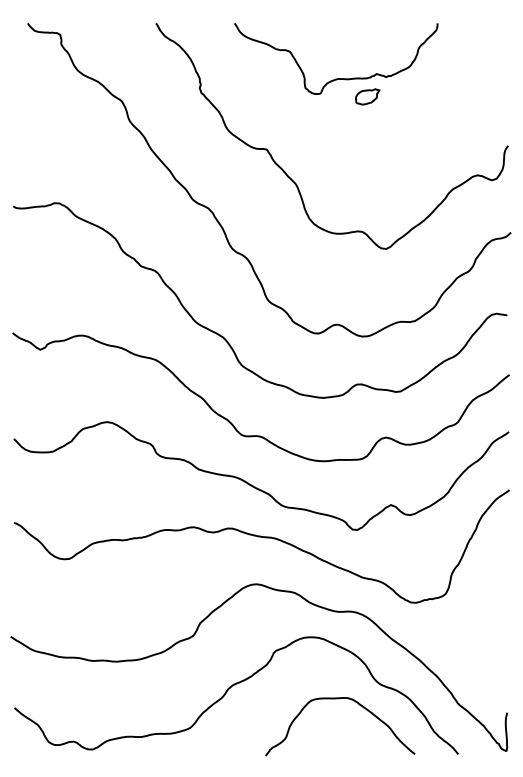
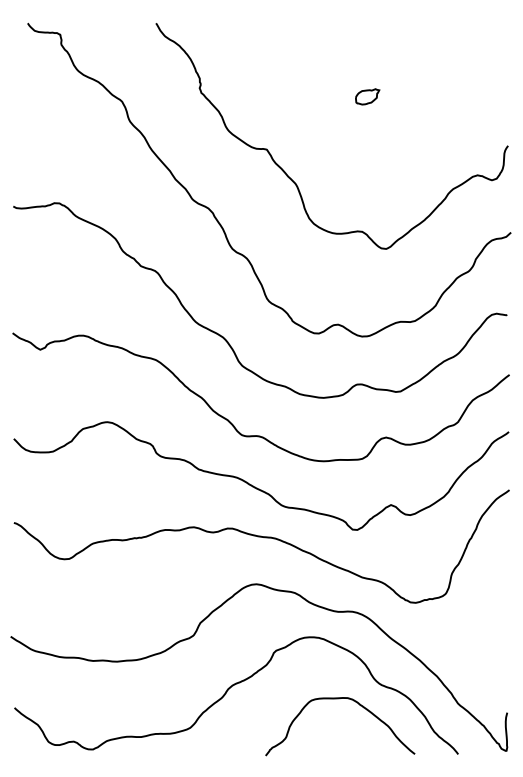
curve at (336, 78): present -> none
